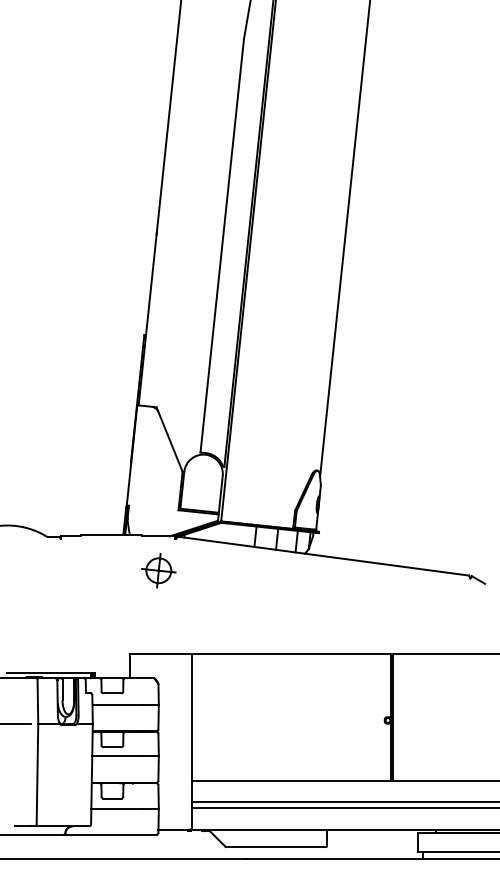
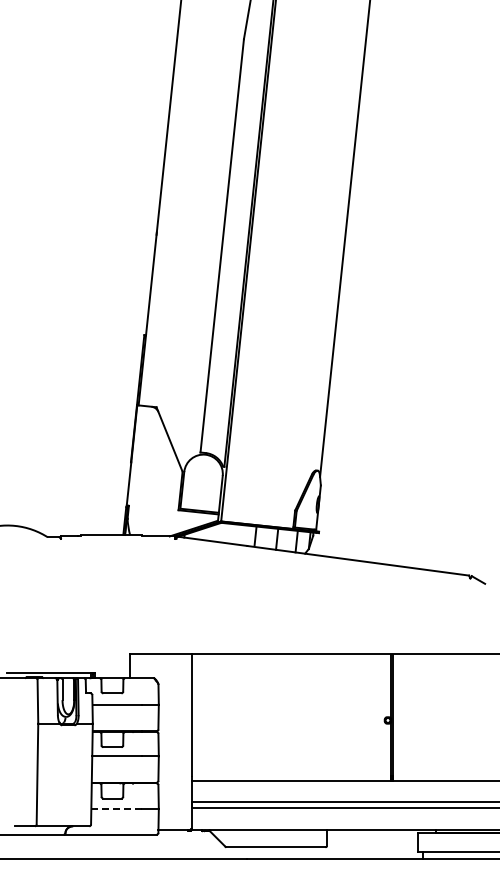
part at (158, 570): present -> none
line at (16, 723): present -> none
line at (116, 809): solid -> dashed
